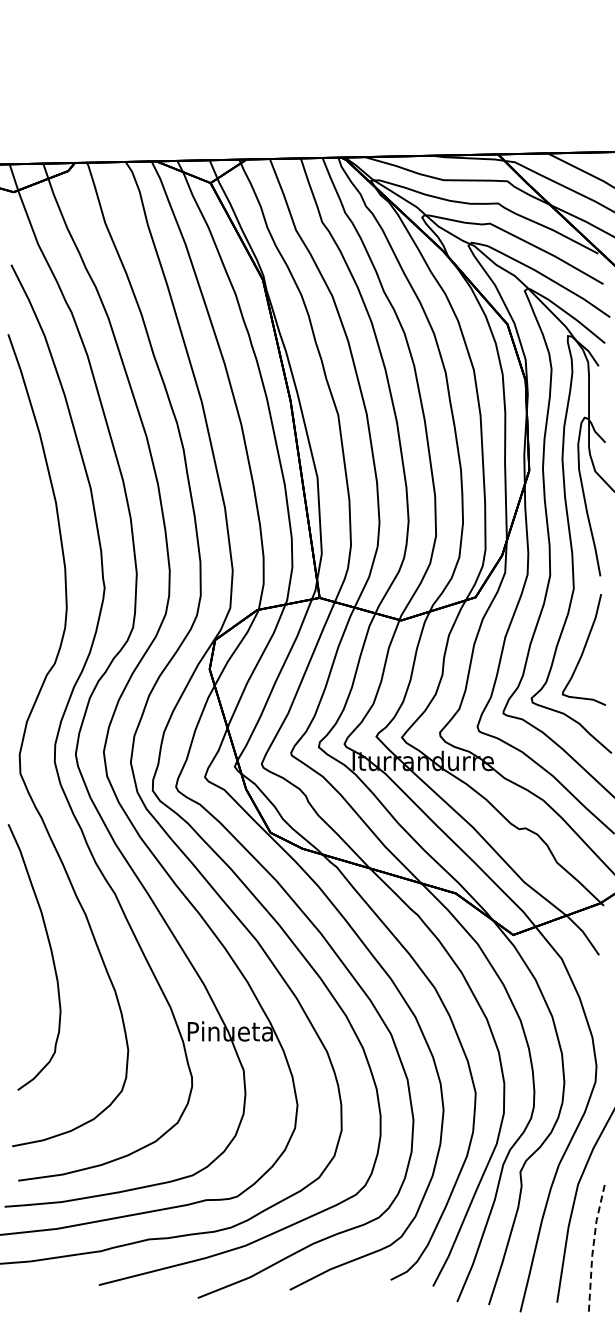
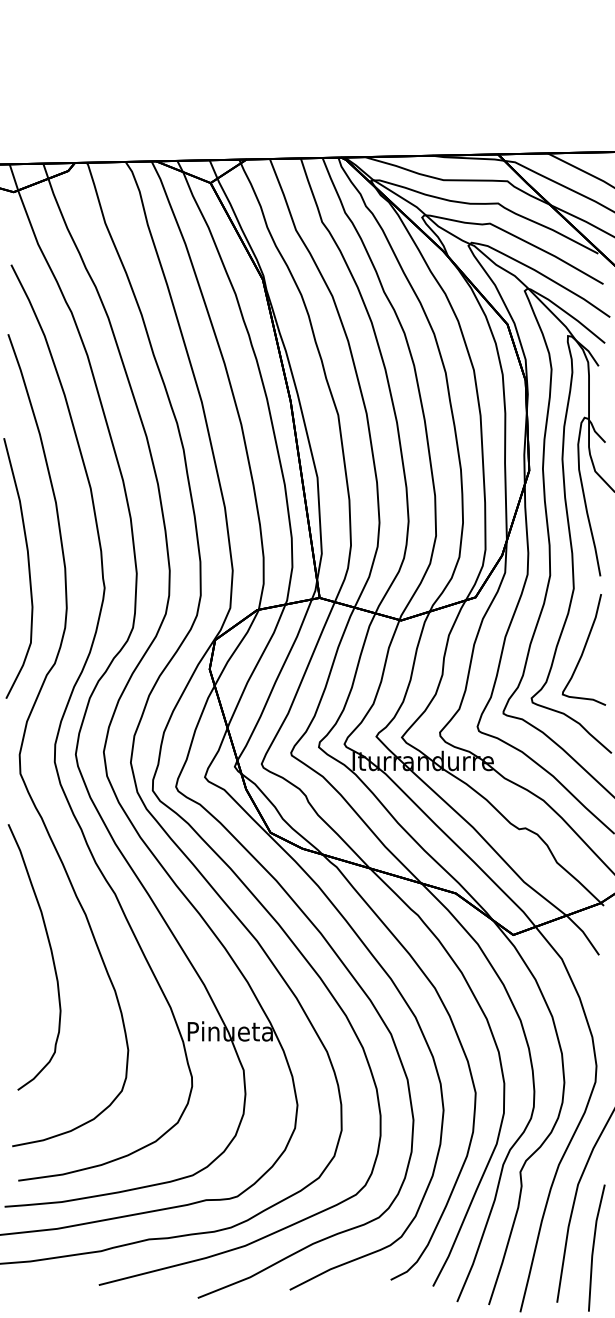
curve at (28, 568): none -> present
line at (593, 1247): dashed -> solid
